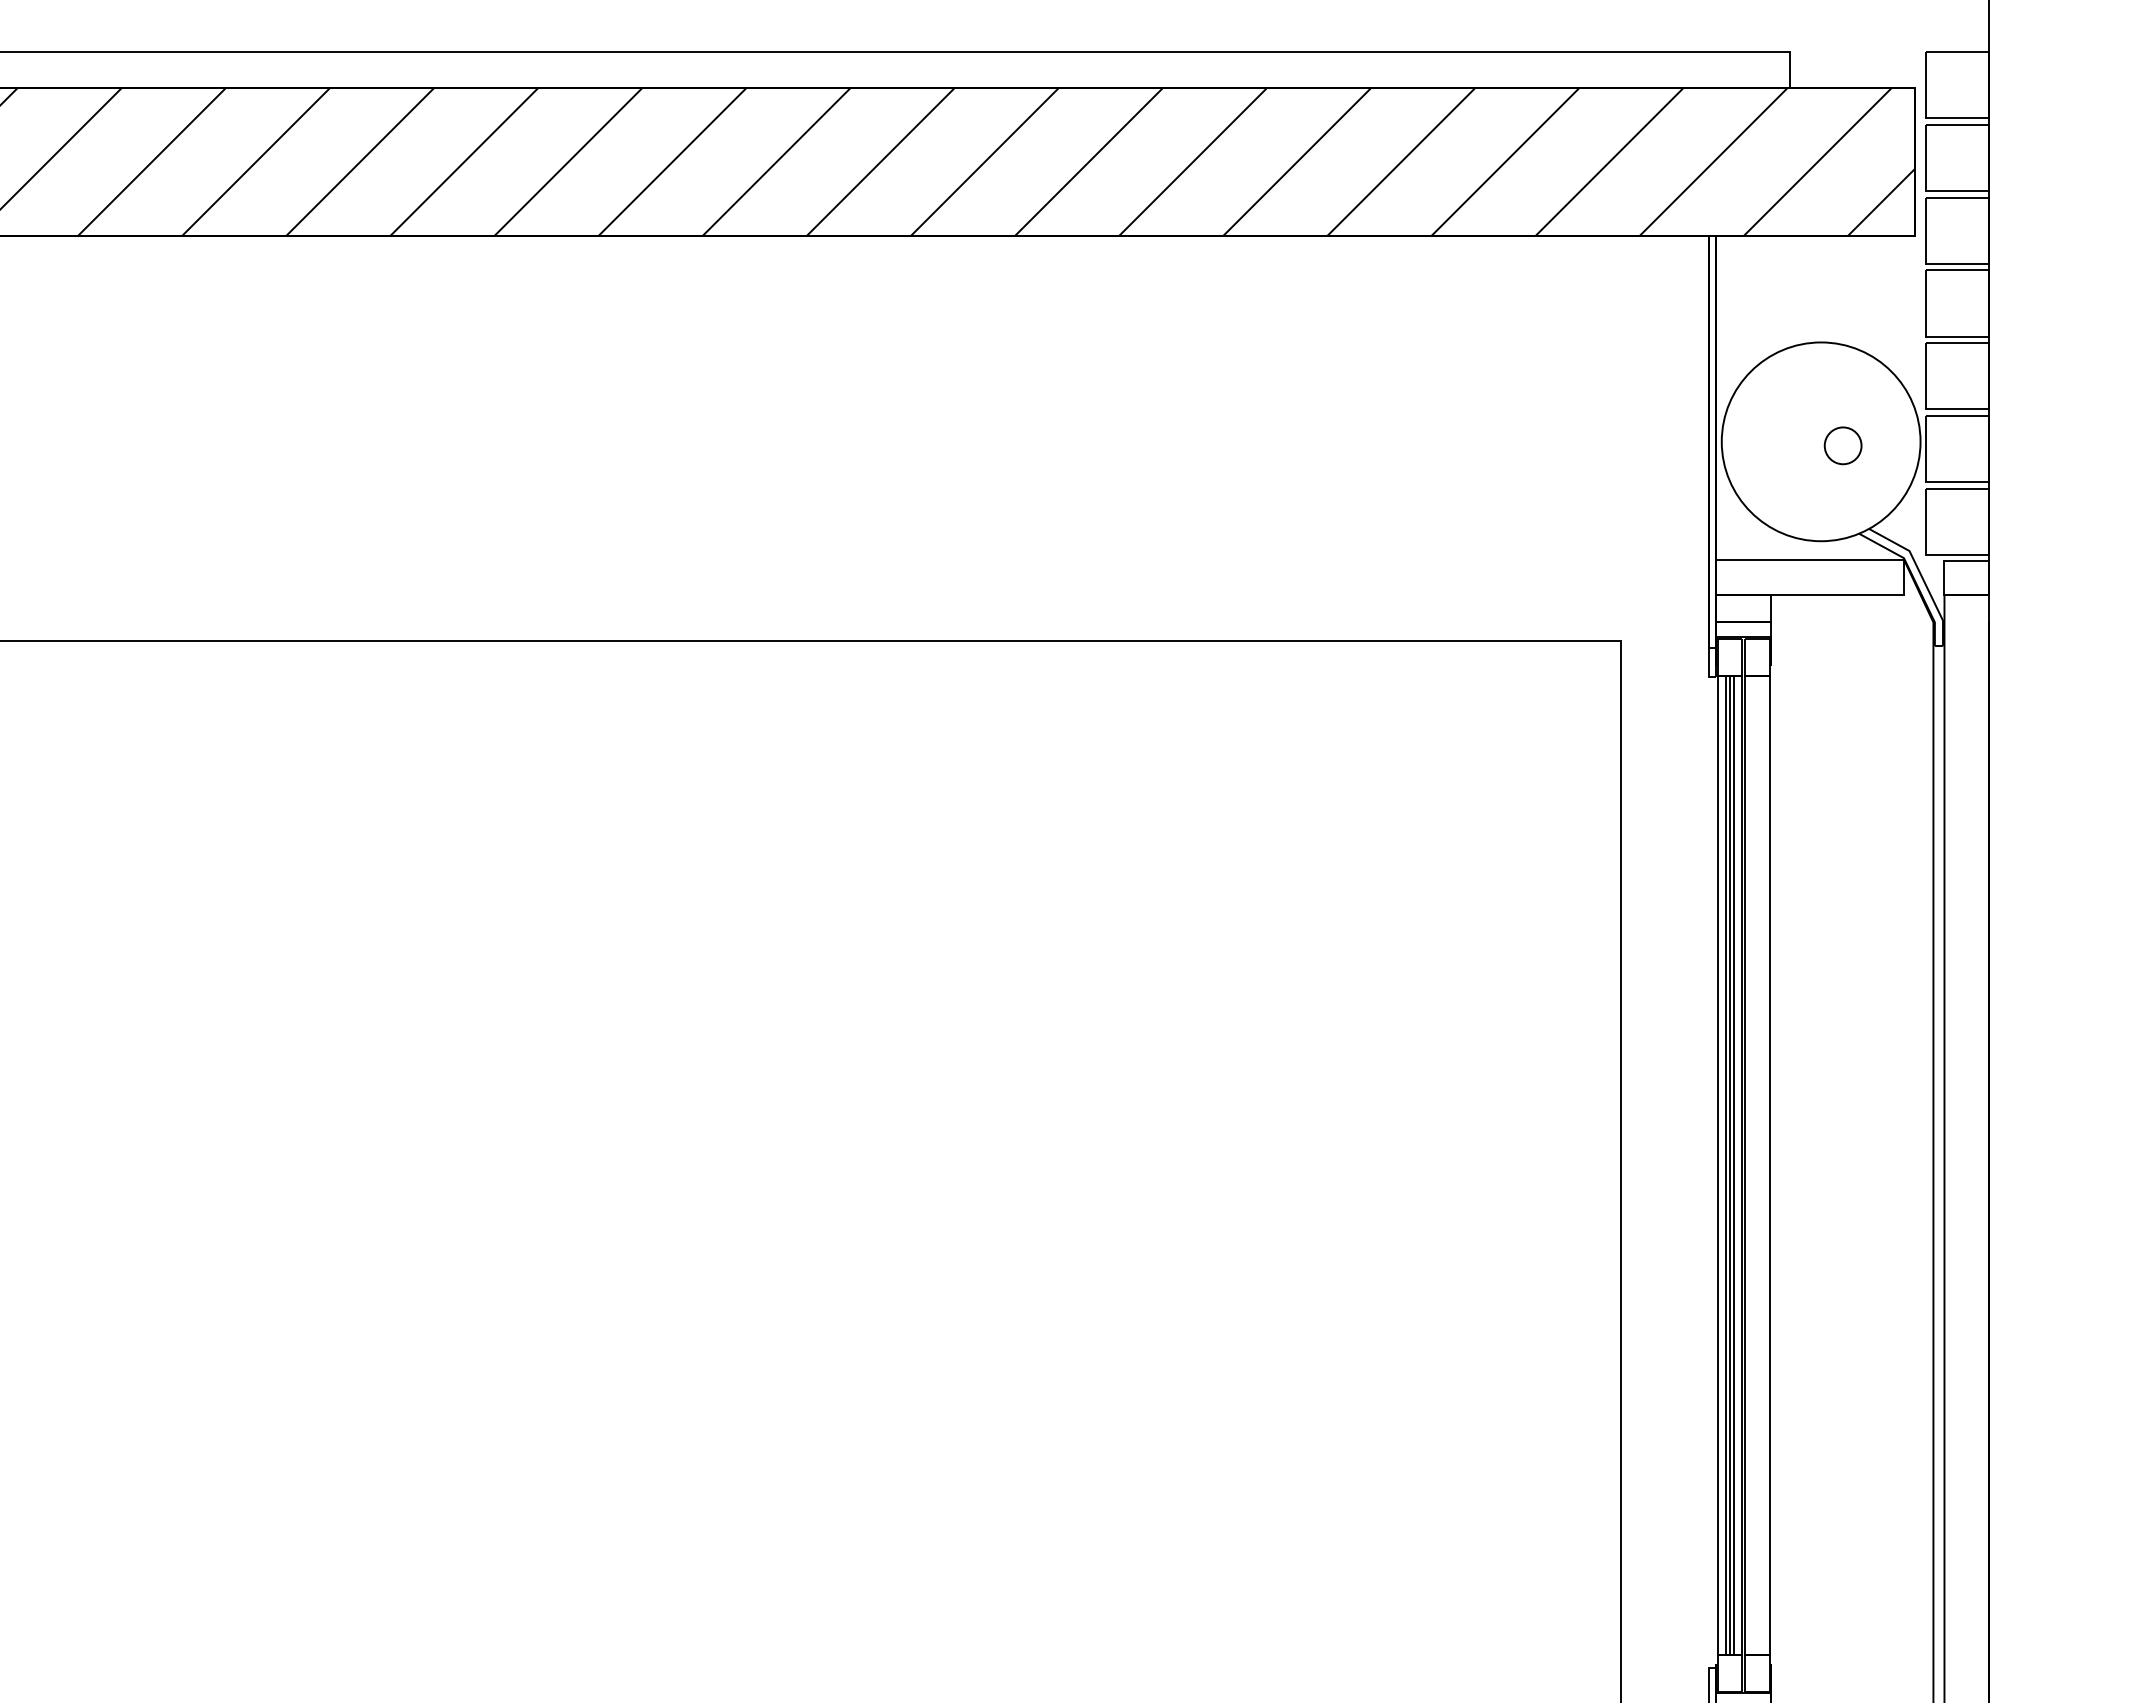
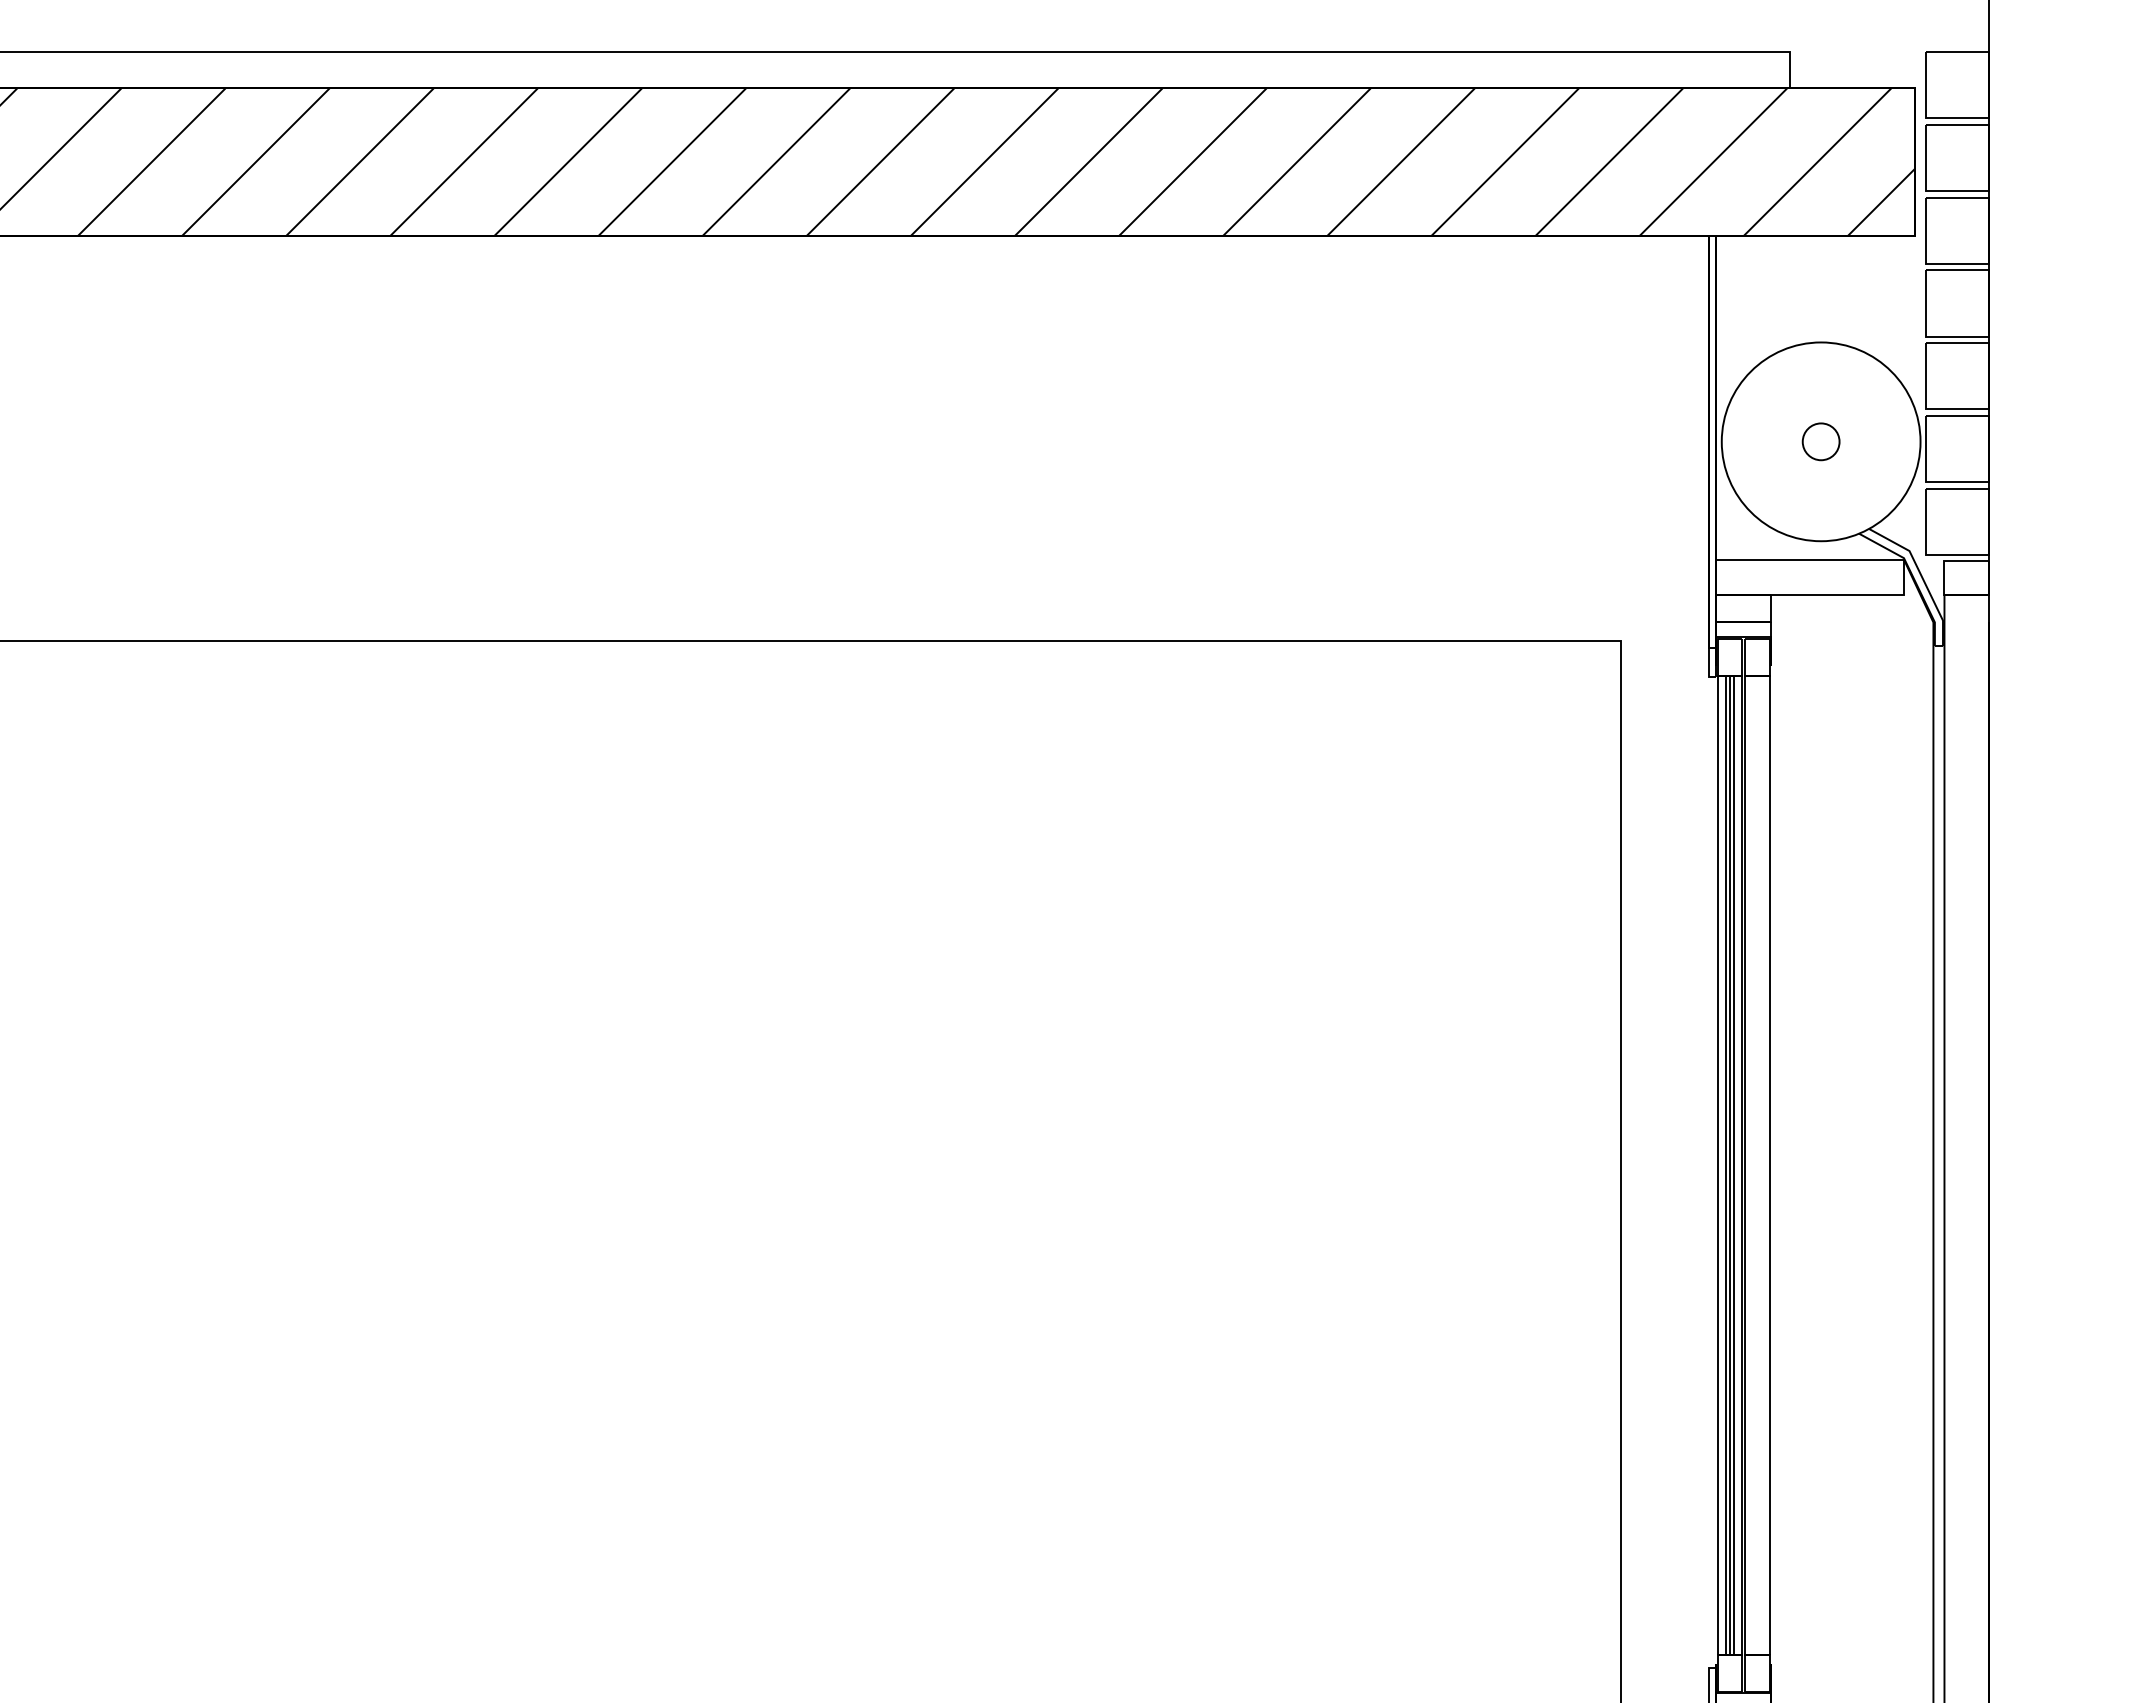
circle at (1842, 445) position: (1842, 445) -> (1820, 441)
